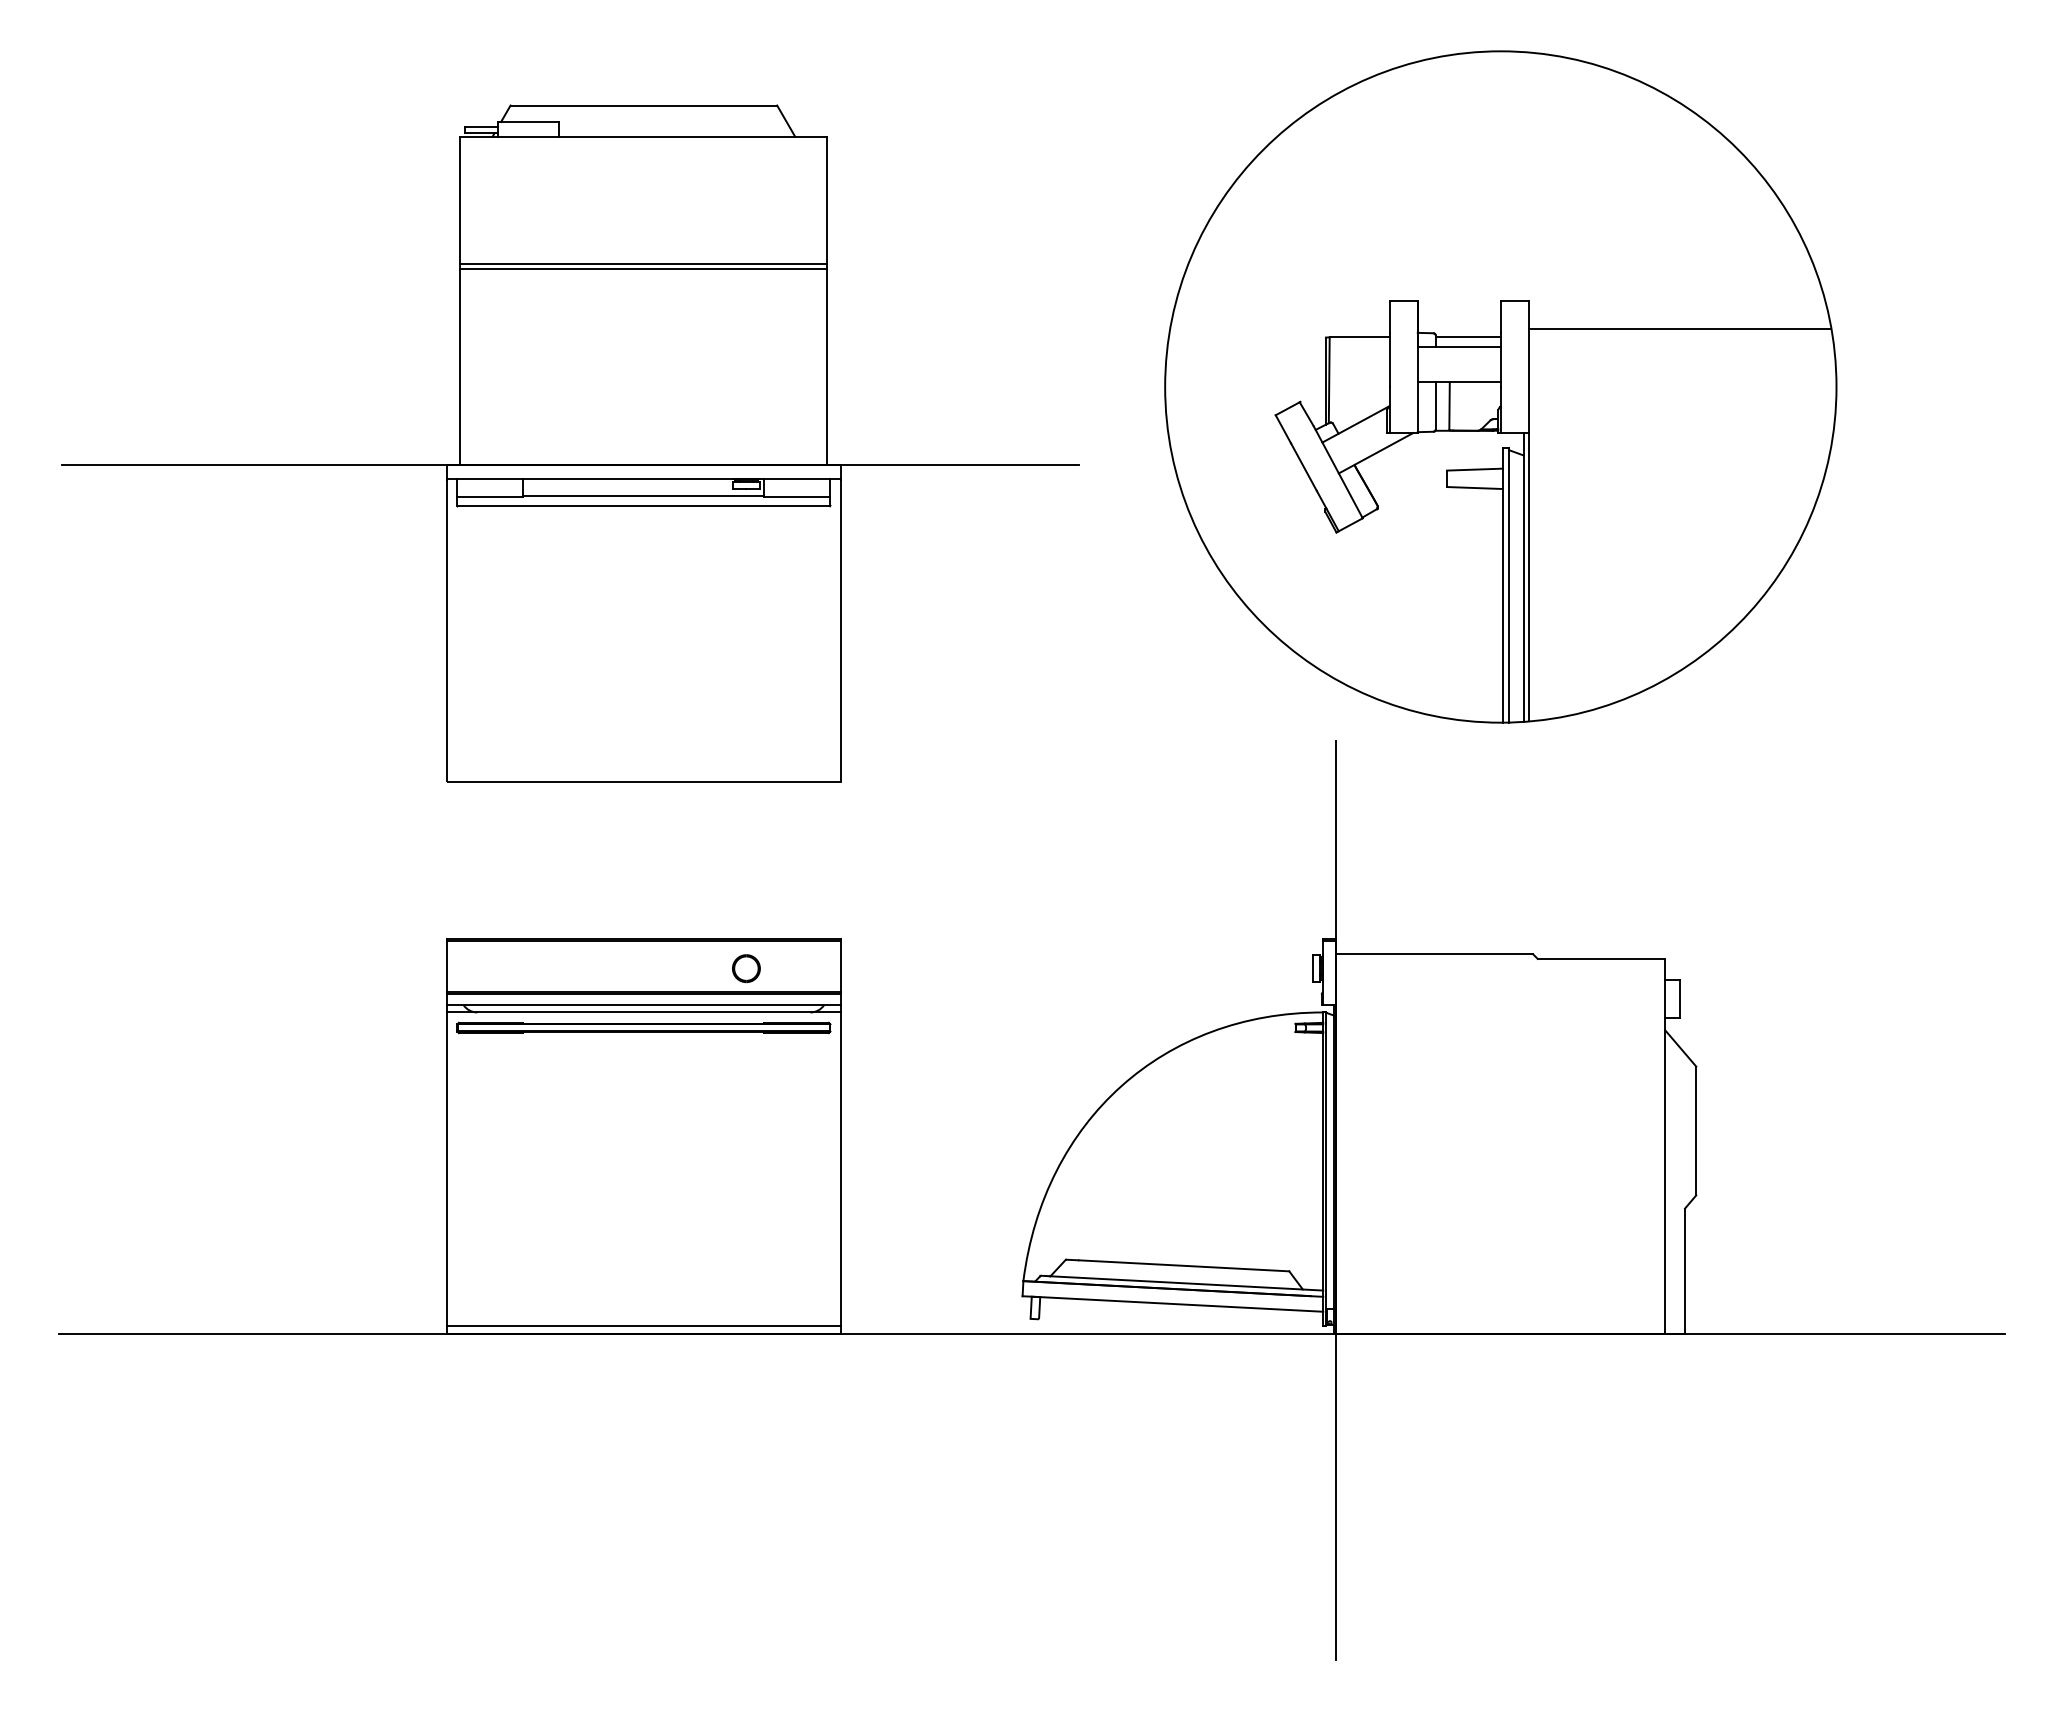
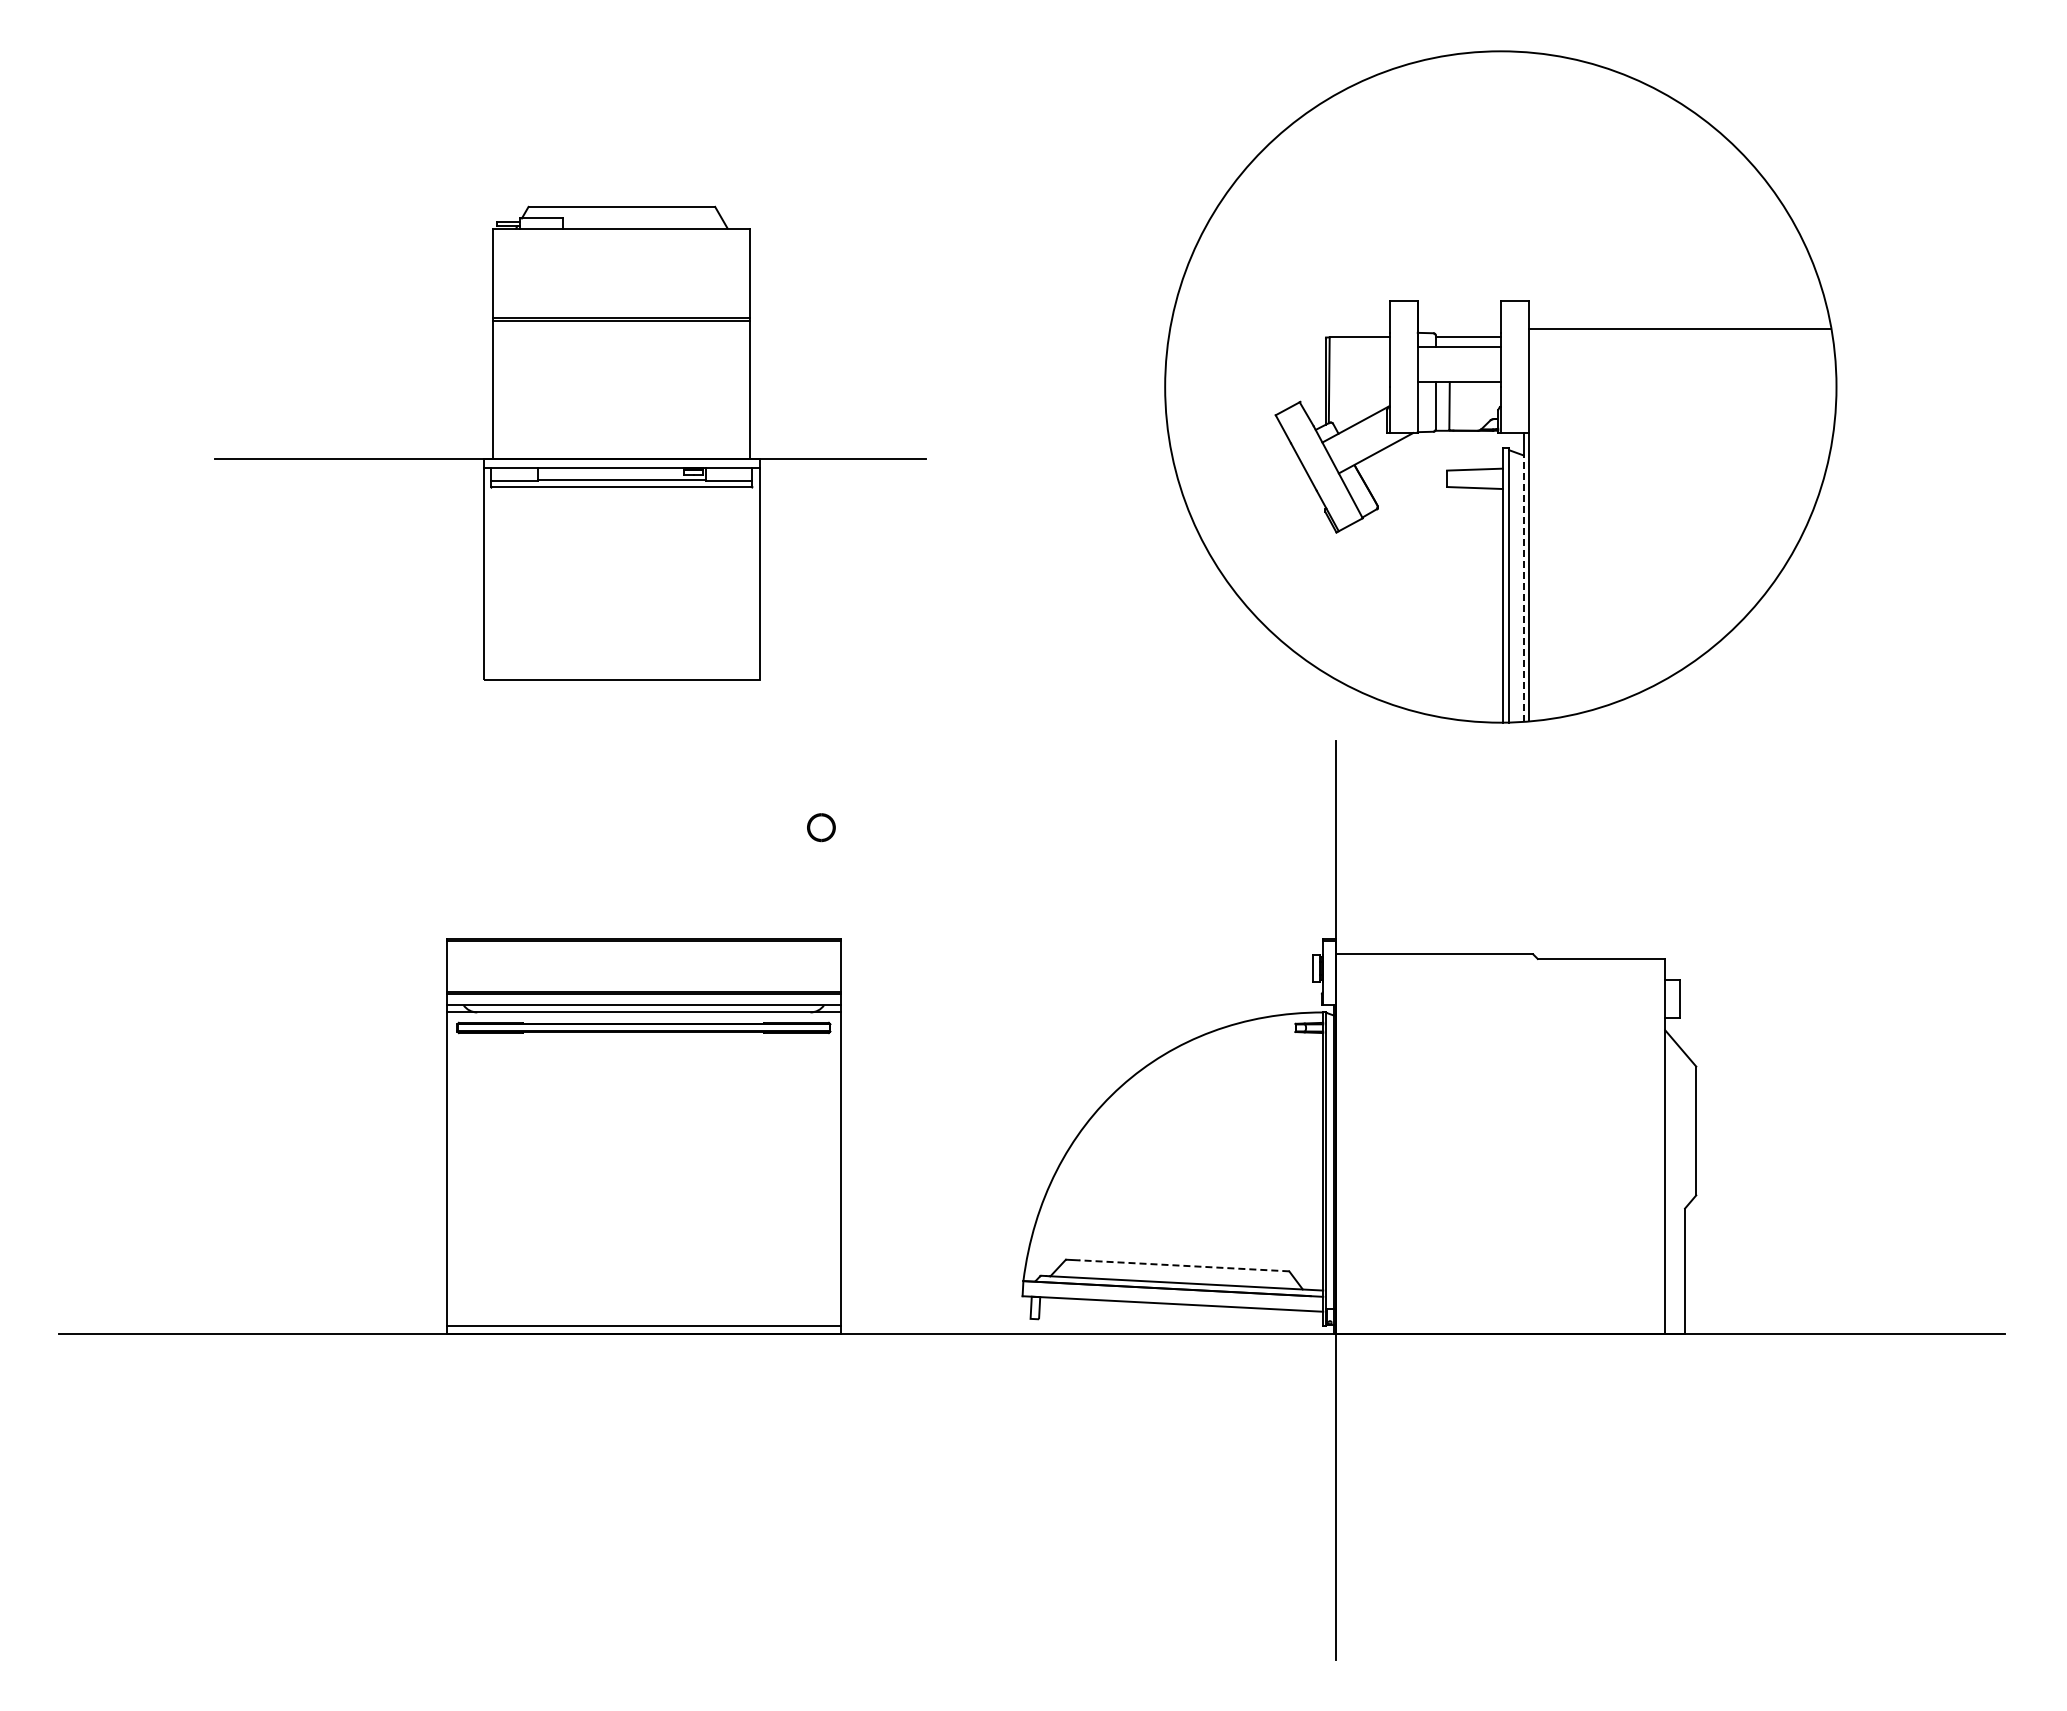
part at (570, 443) size: 1019x679 px -> 713x476 px
line at (1523, 588): solid -> dashed
part at (746, 968) position: (746, 968) -> (821, 827)
line at (1183, 1265): solid -> dashed
